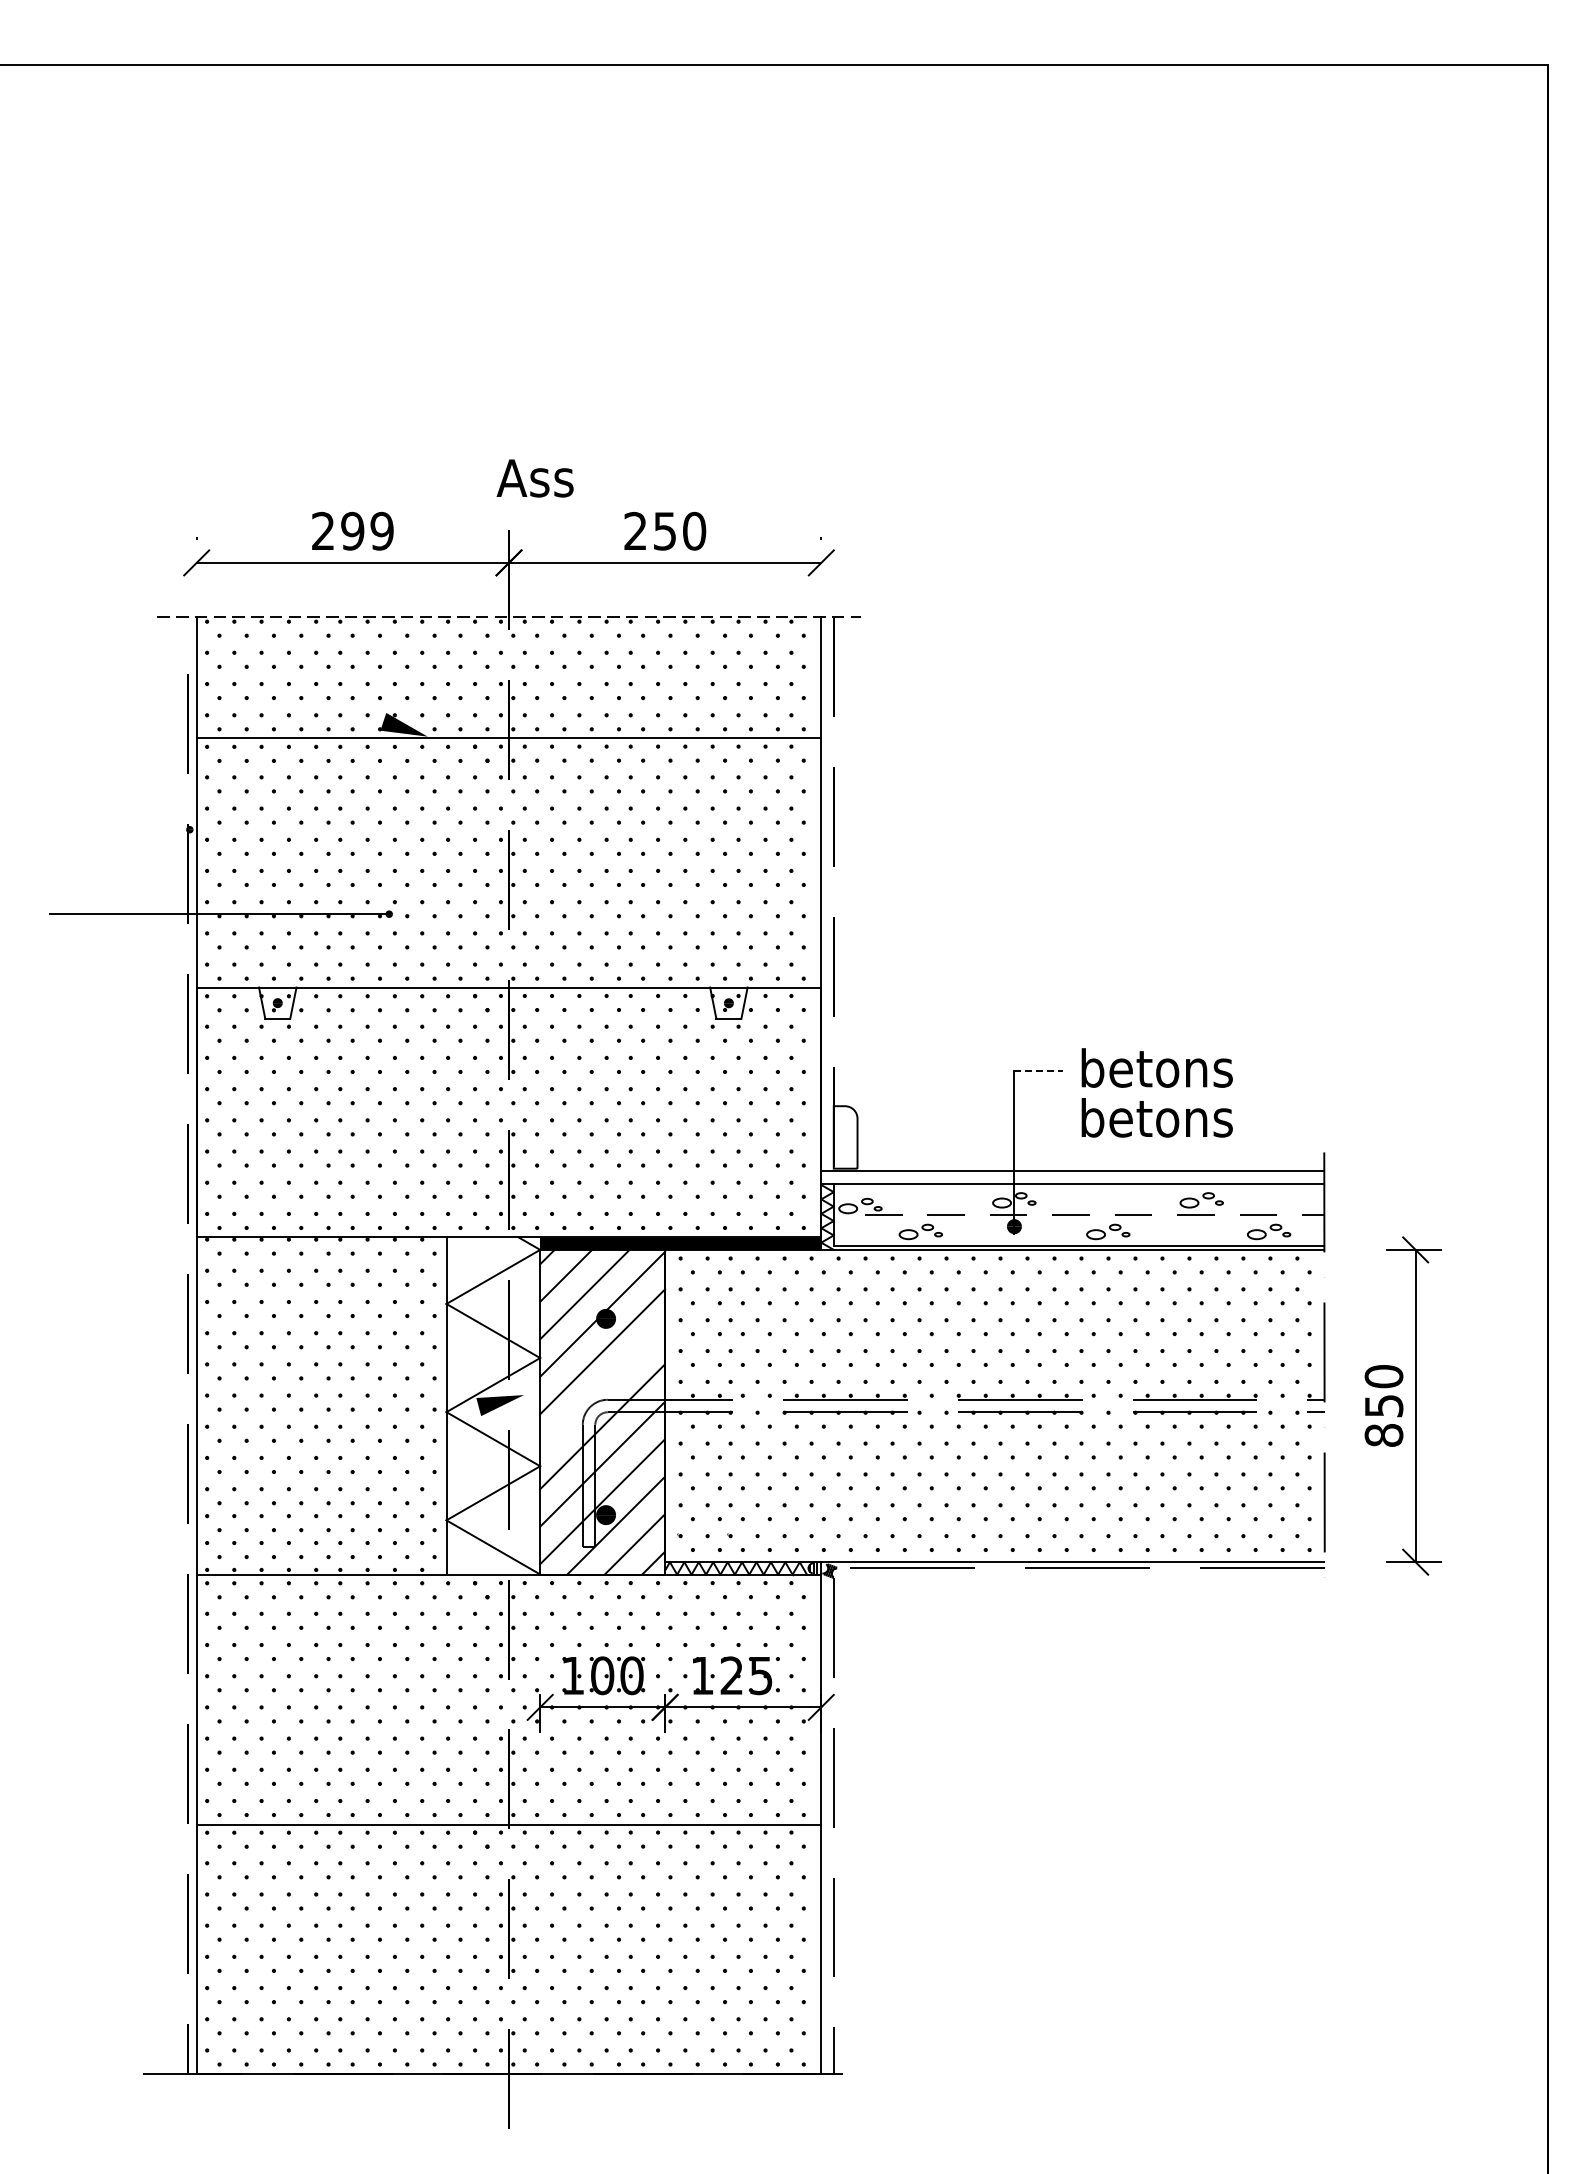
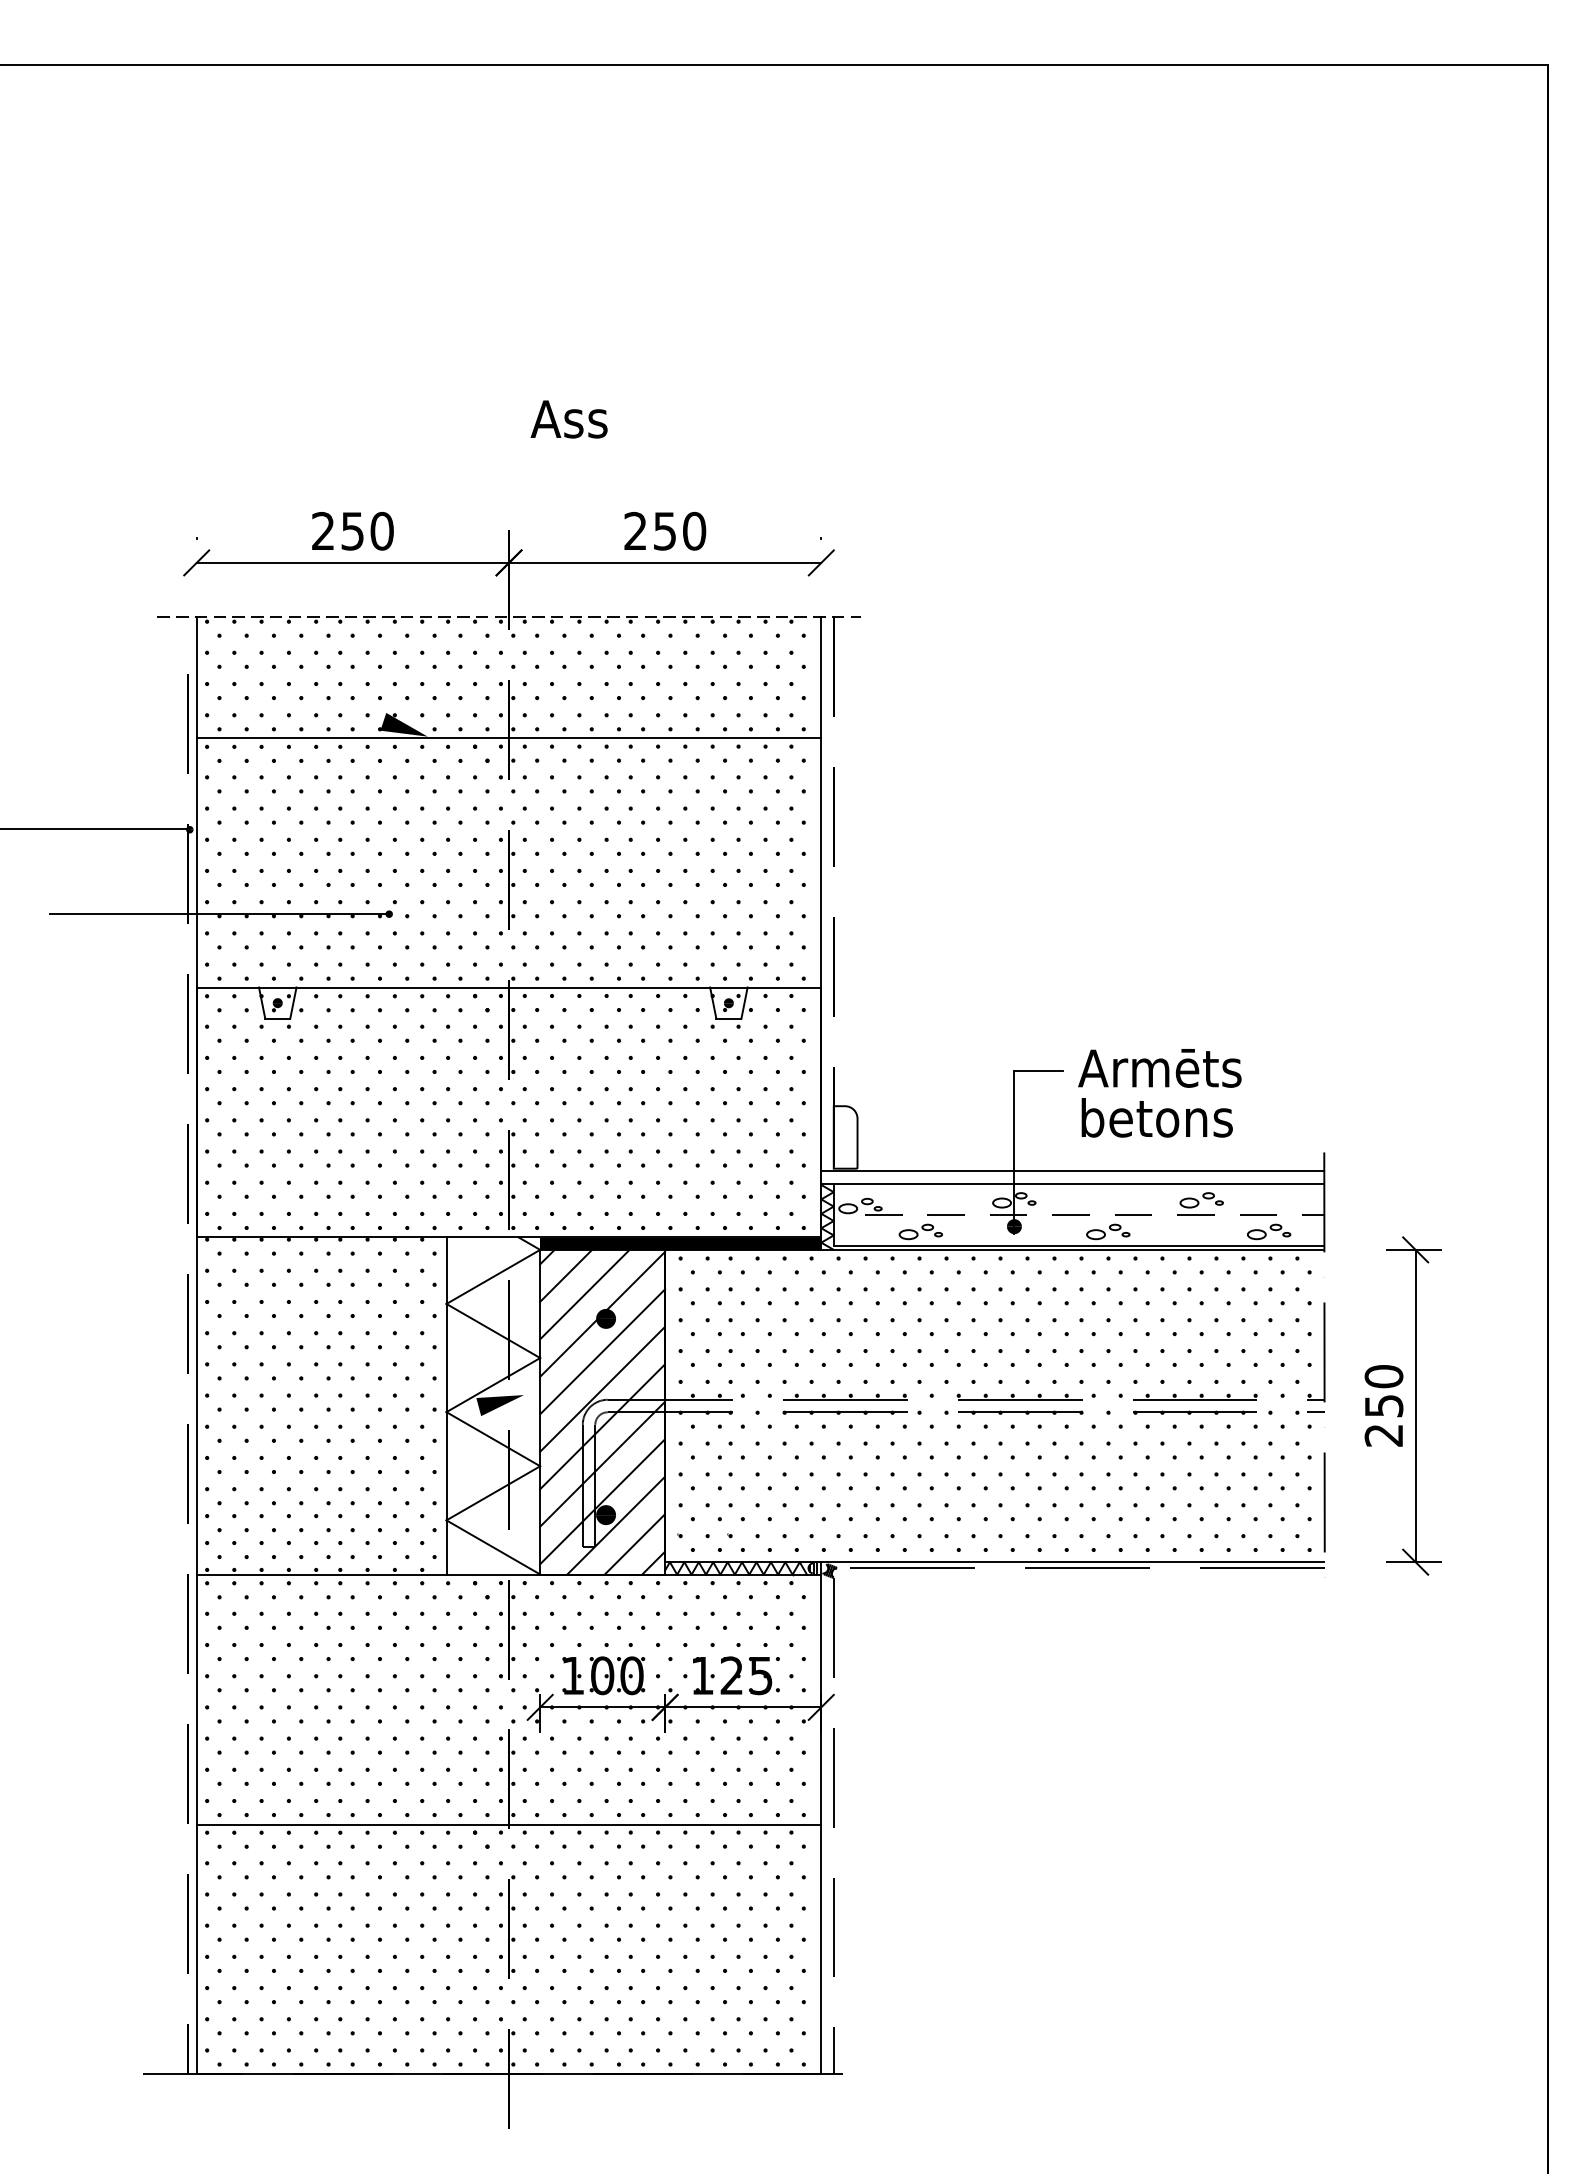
text at (534, 478) position: (534, 478) -> (568, 419)
text at (367, 530): 299 -> 250
line at (96, 829): none -> present
text at (1159, 1067): betons -> Armēts
line at (1039, 1071): dashed -> solid
line at (602, 1389): none -> present
text at (1383, 1435): 850 -> 250
